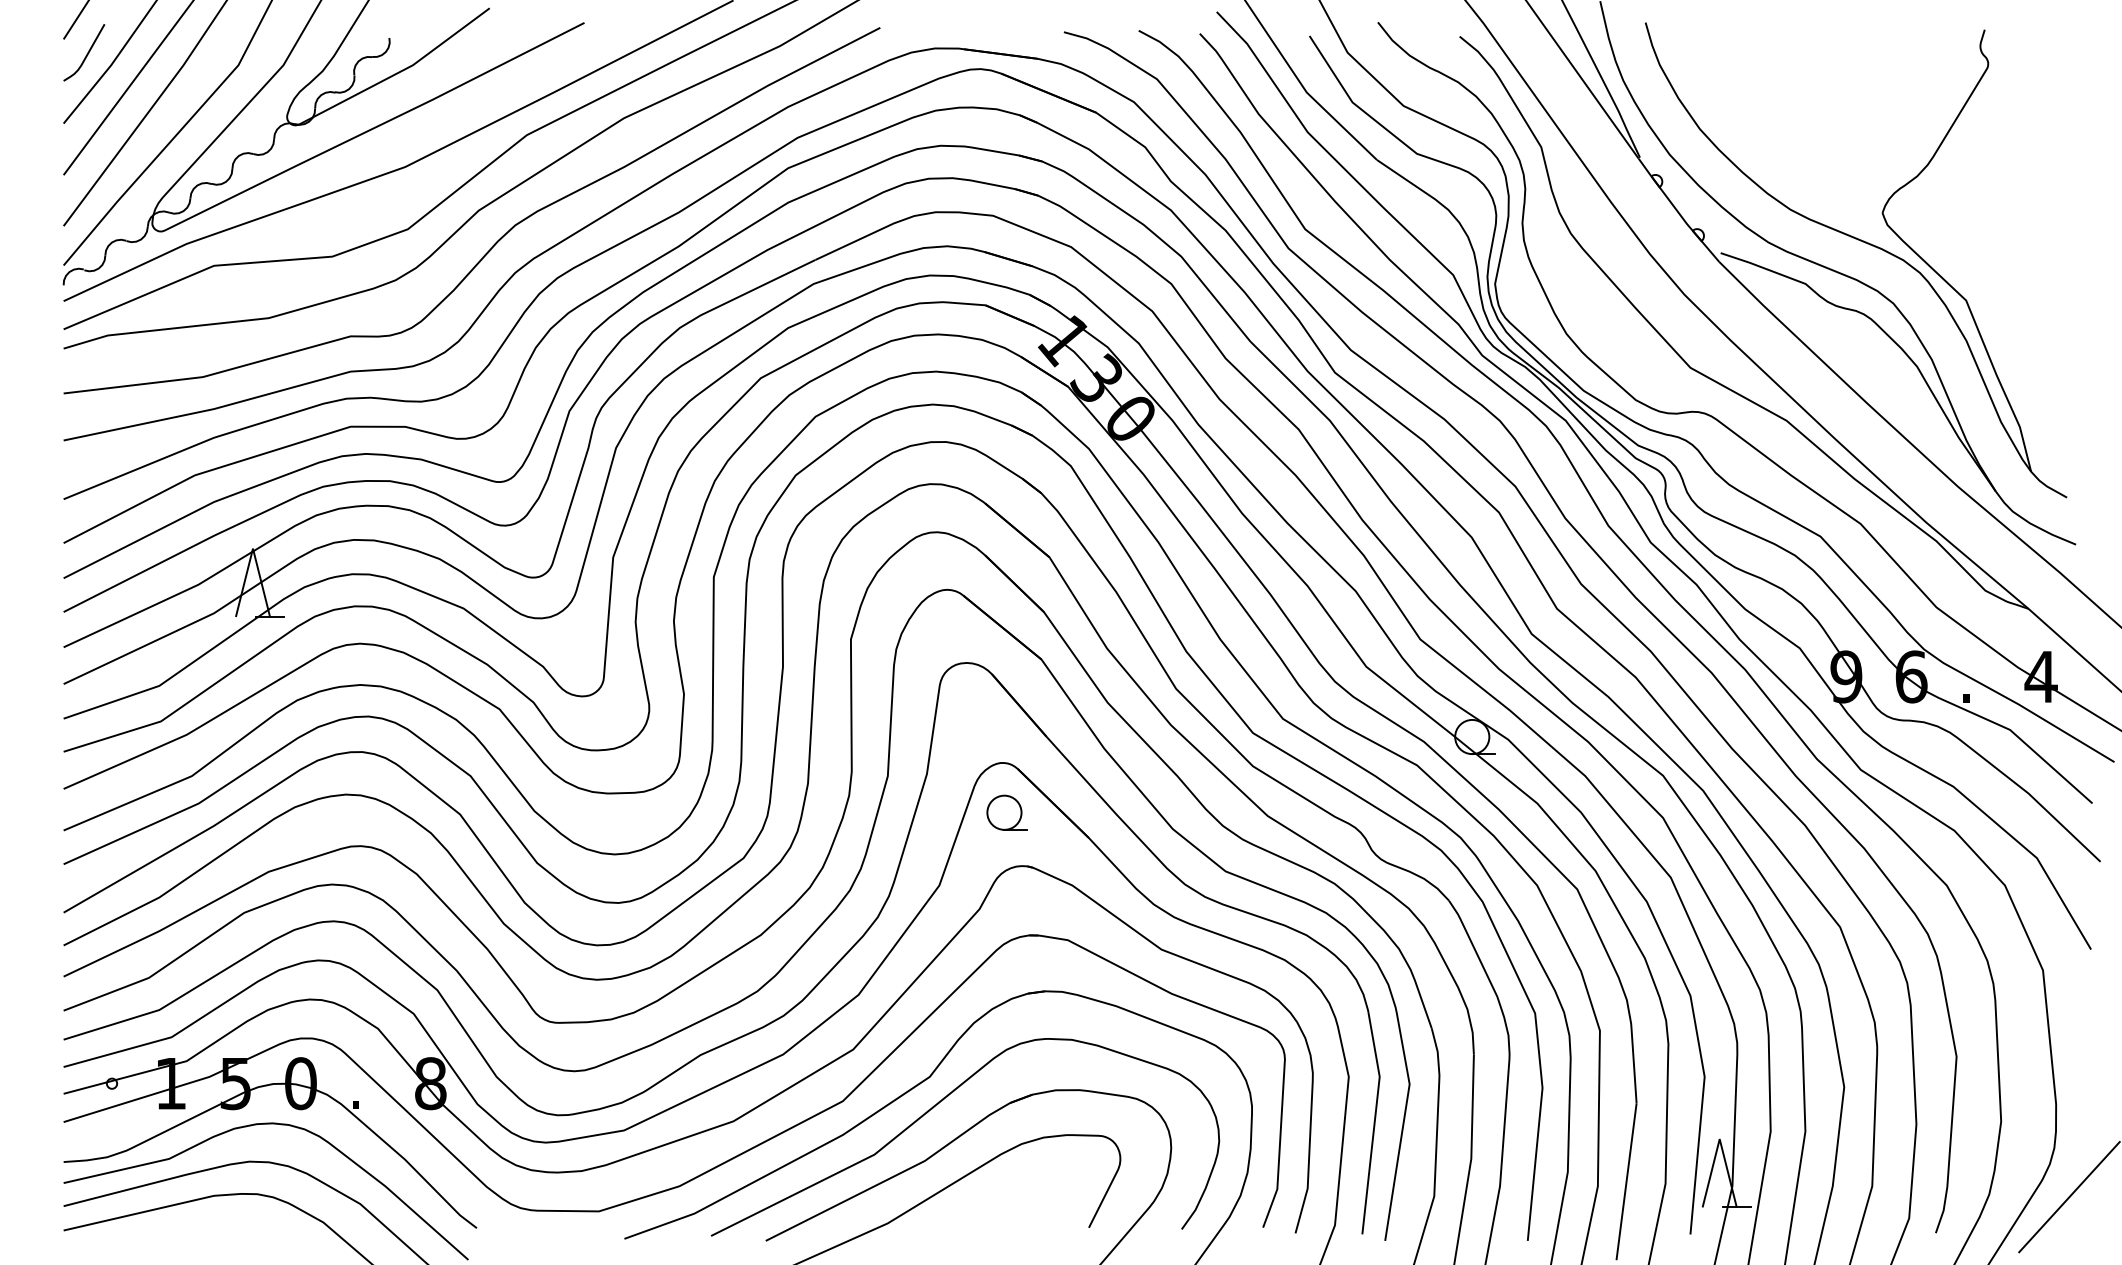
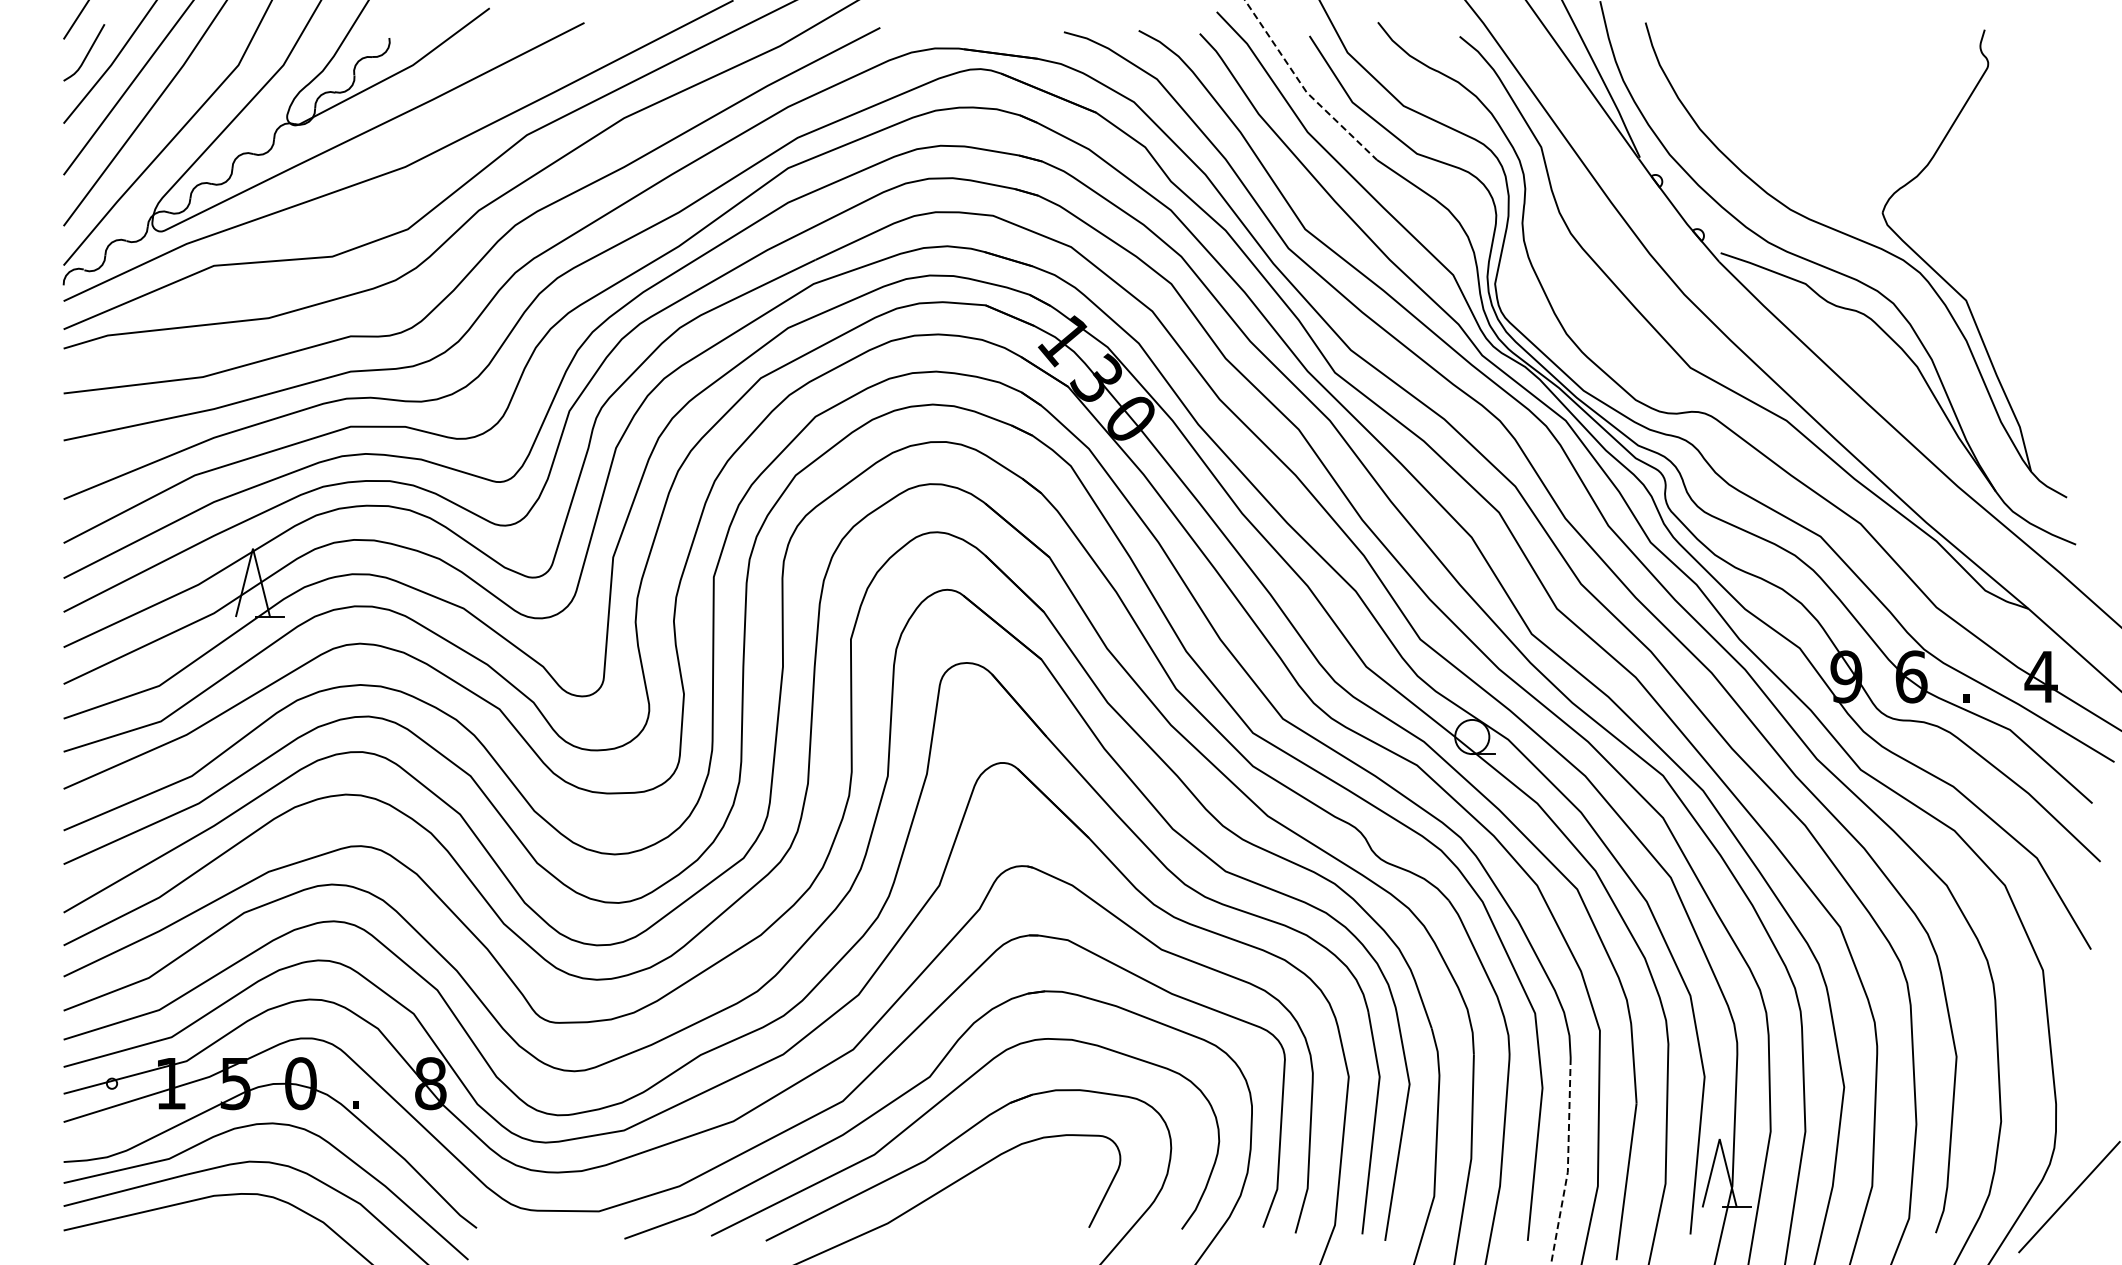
line at (1303, 87): solid -> dashed
part at (1006, 812): present -> none
line at (1568, 1162): solid -> dashed
